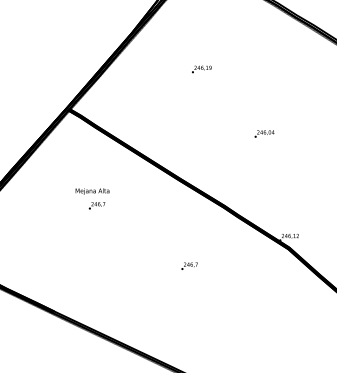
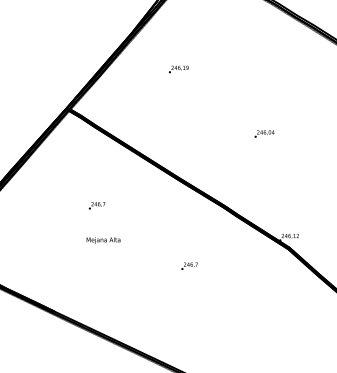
text at (201, 69) position: (201, 69) -> (178, 69)
text at (92, 191) position: (92, 191) -> (103, 240)
